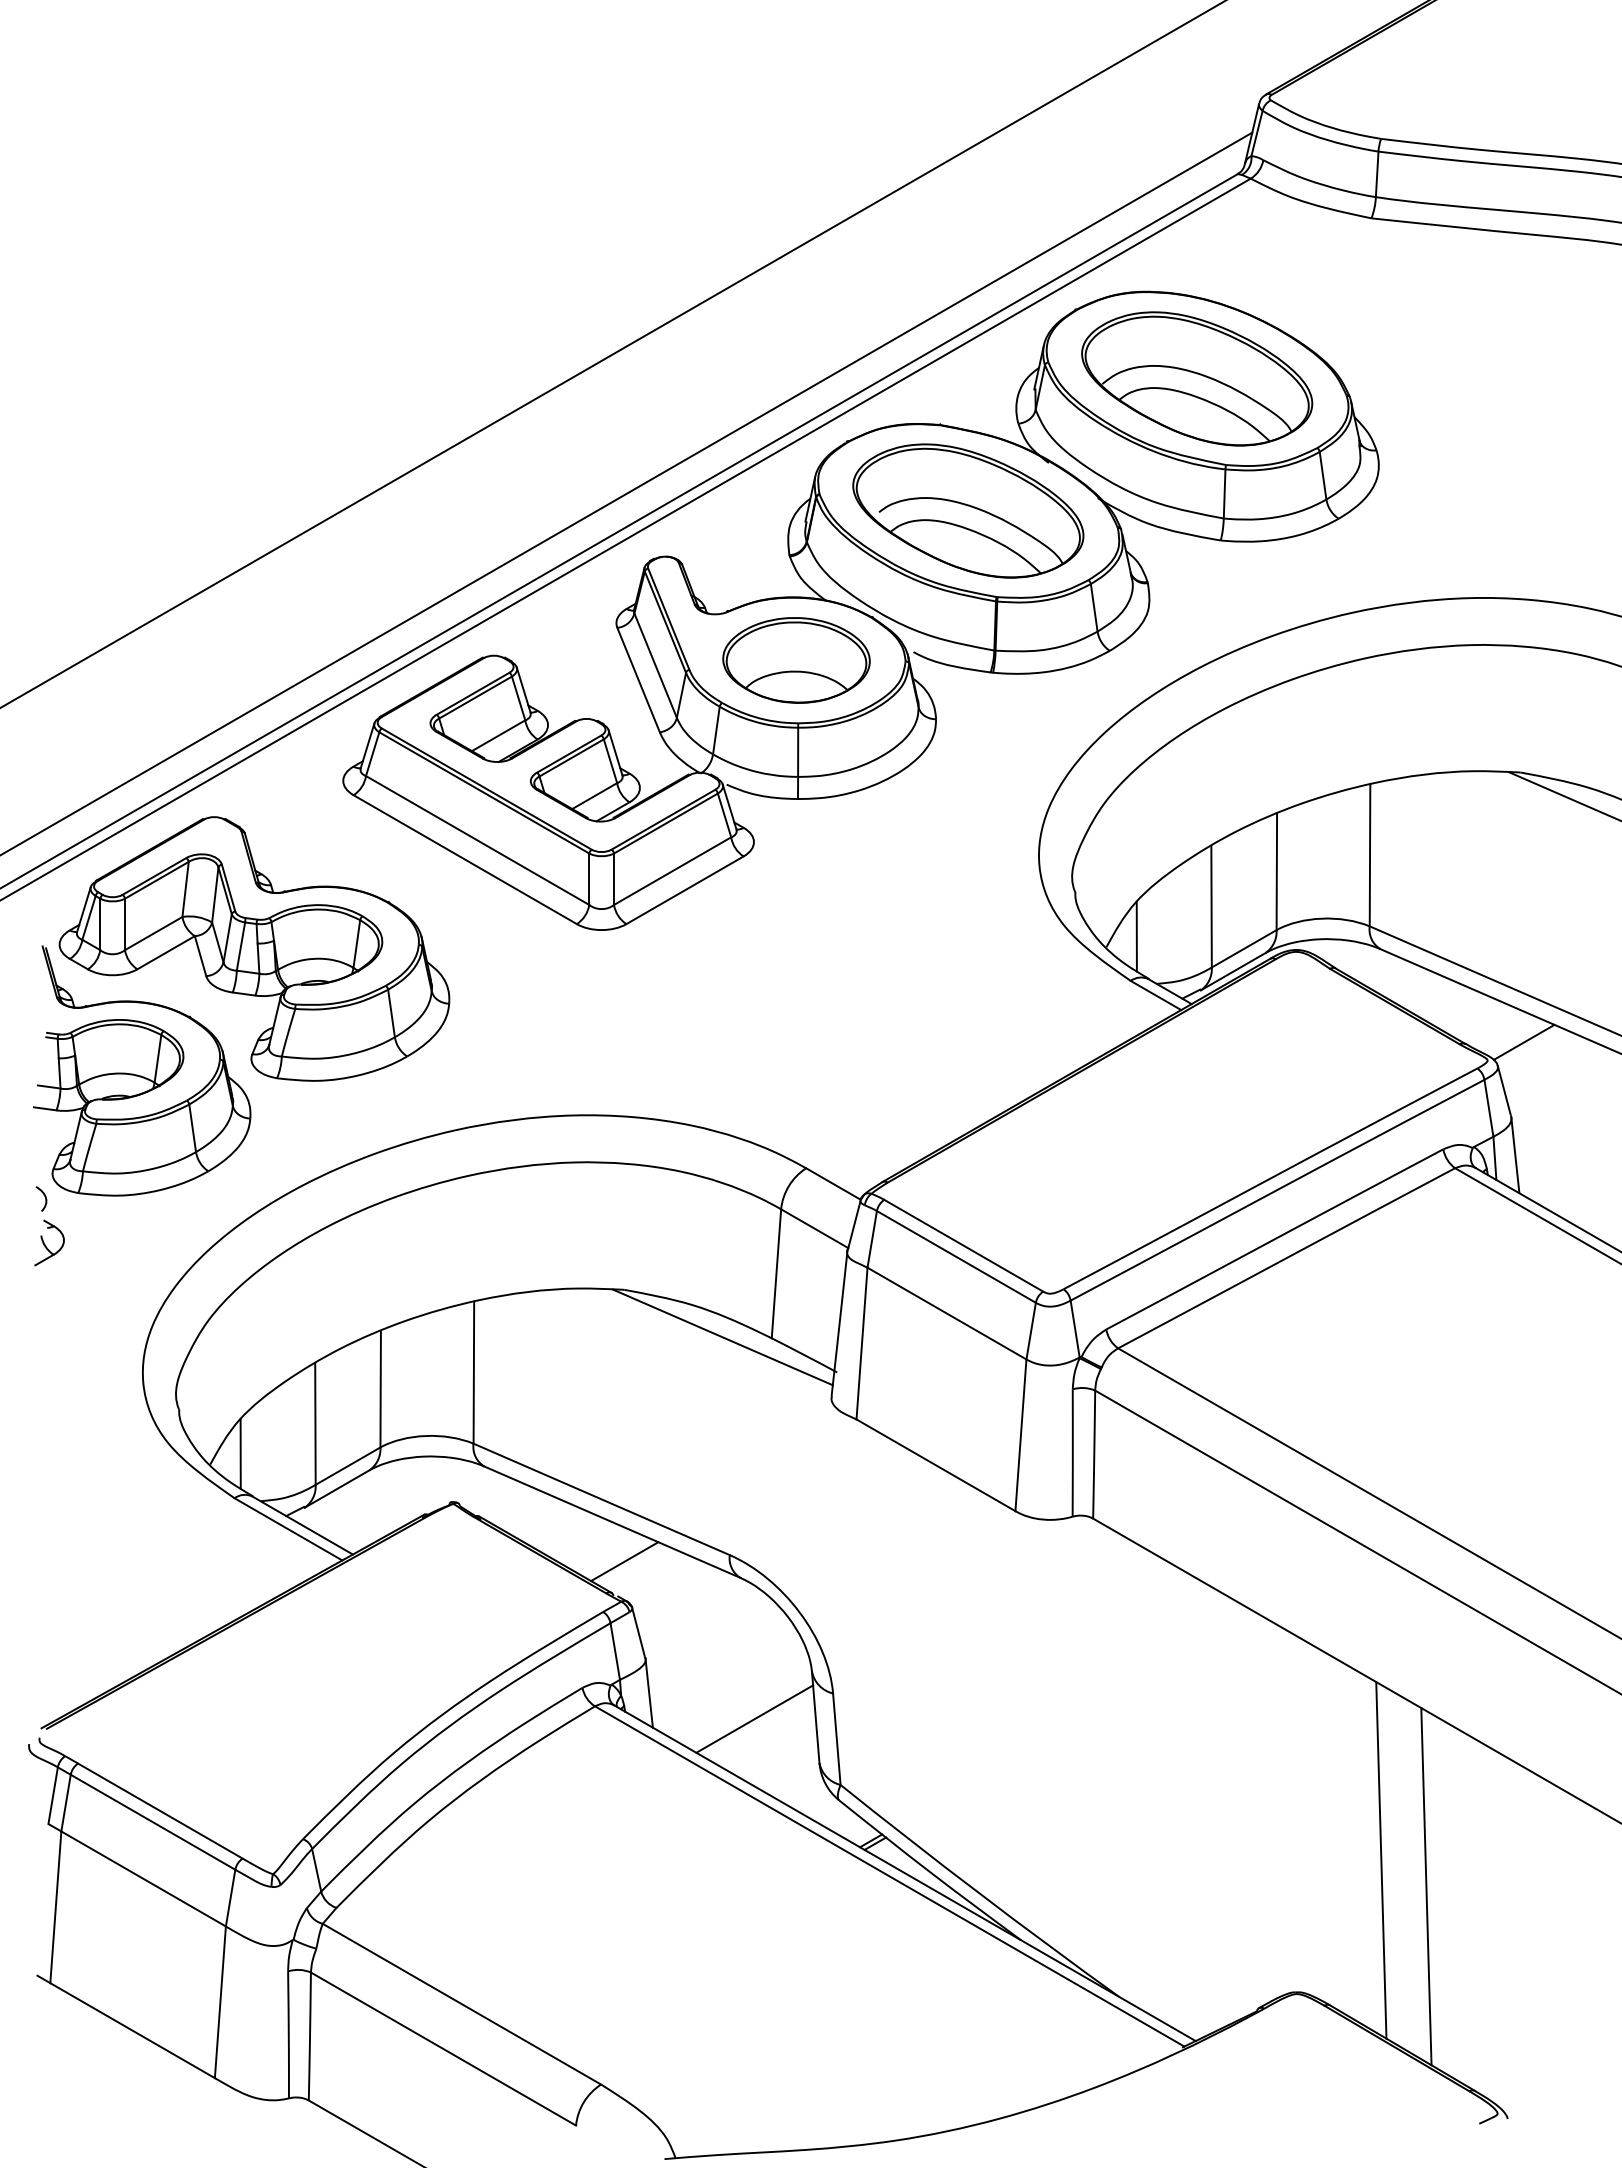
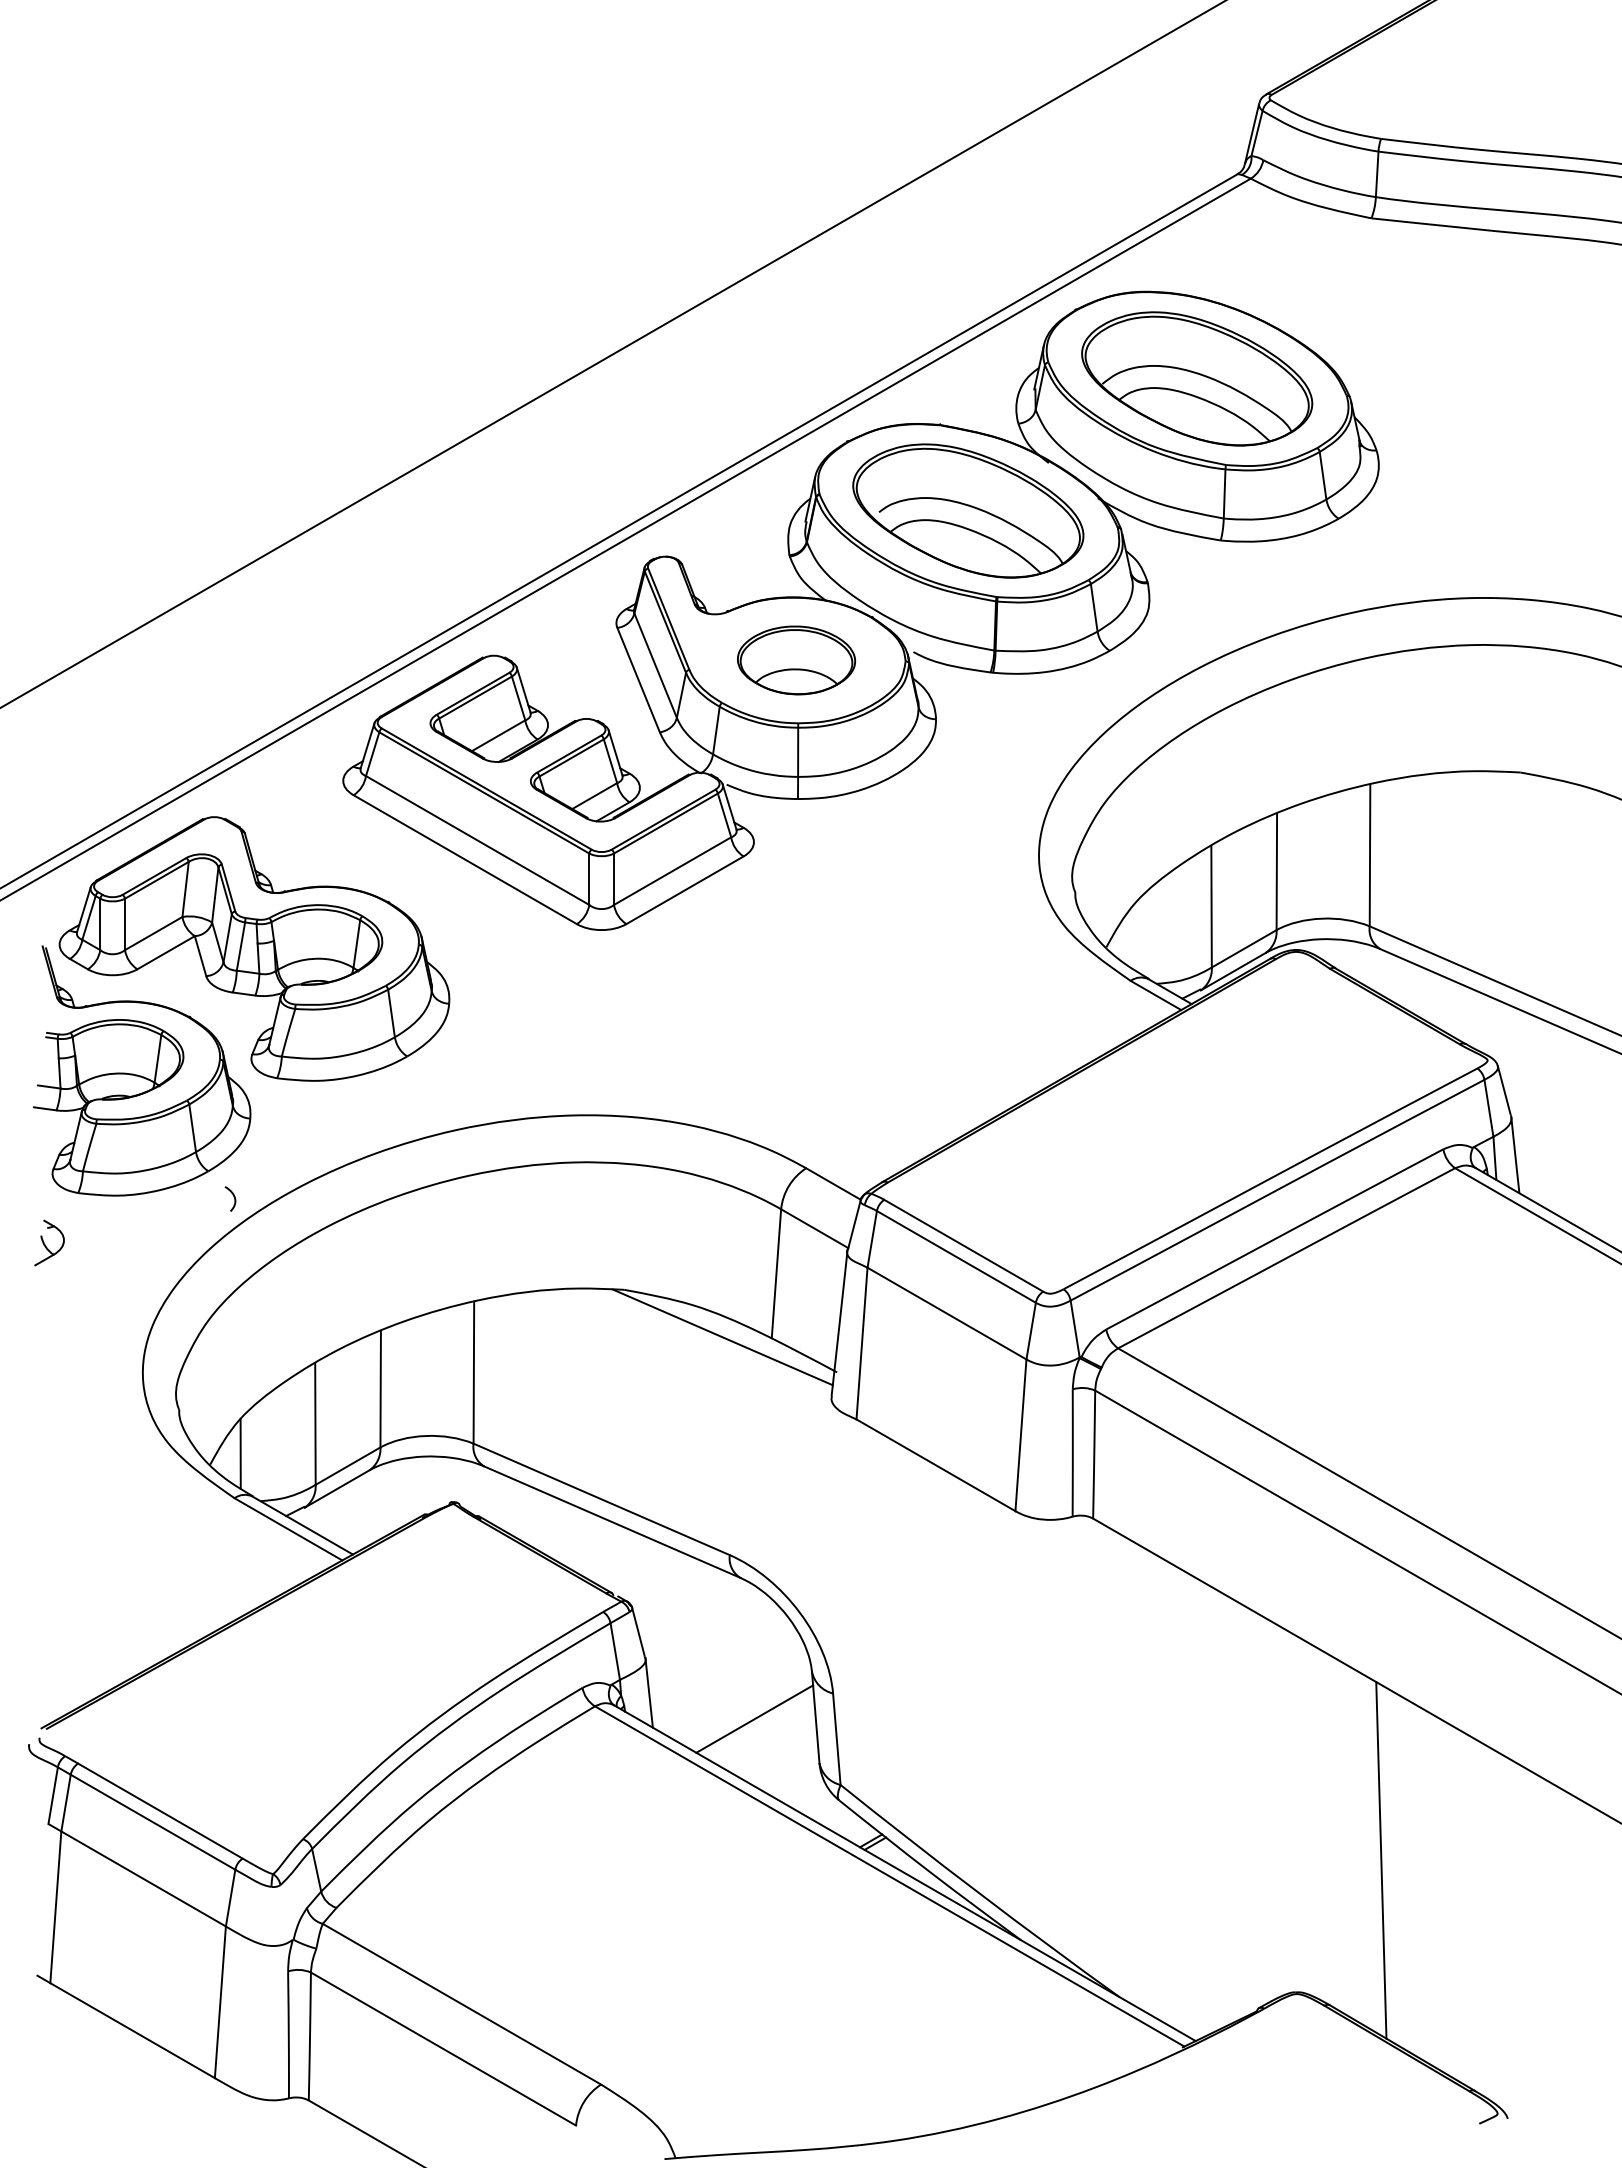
line at (627, 493): present -> none
part at (796, 660) size: 149x87 px -> 120x71 px
line at (1563, 795): present -> none
line at (1136, 936): present -> none
line at (1523, 1041): present -> none
curve at (44, 1197) position: (44, 1197) -> (233, 1197)
line at (624, 1561): present -> none
line at (1426, 1886): present -> none
